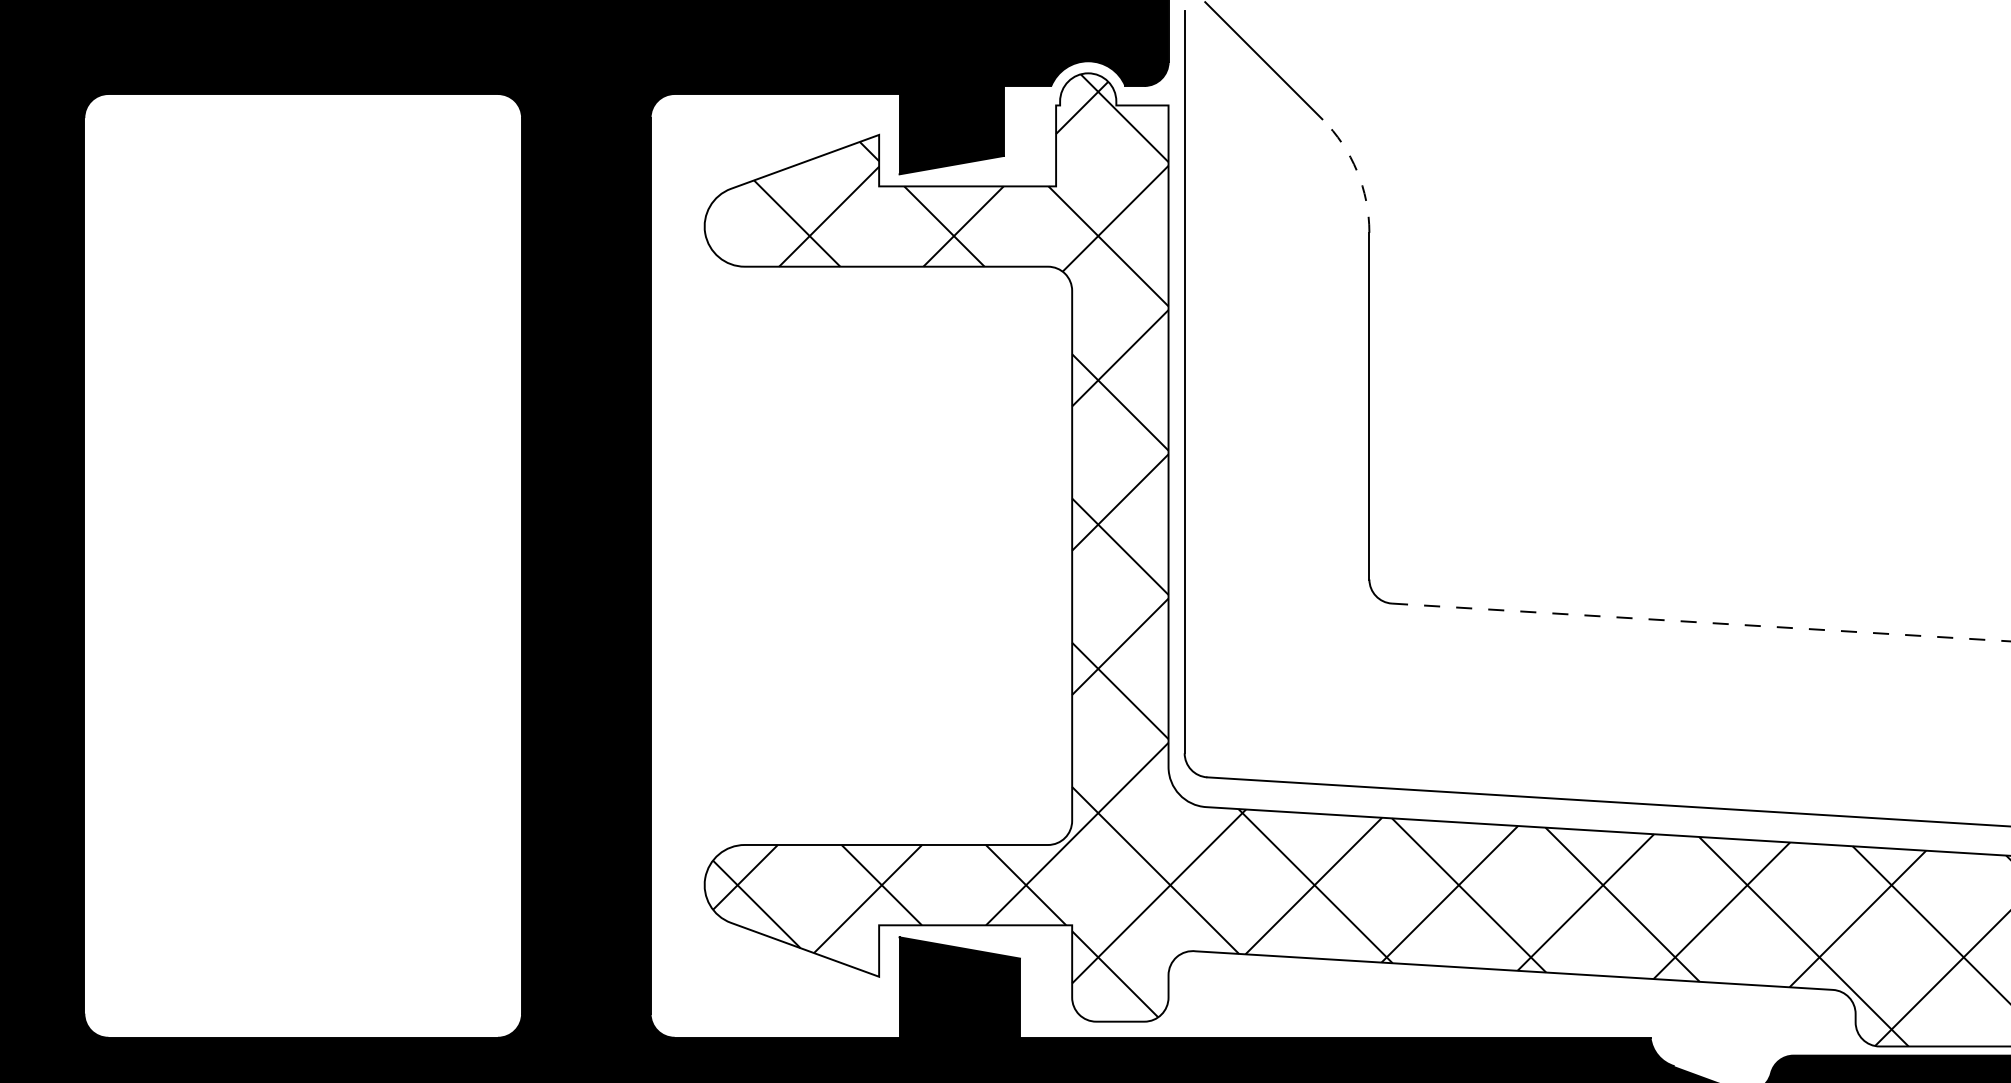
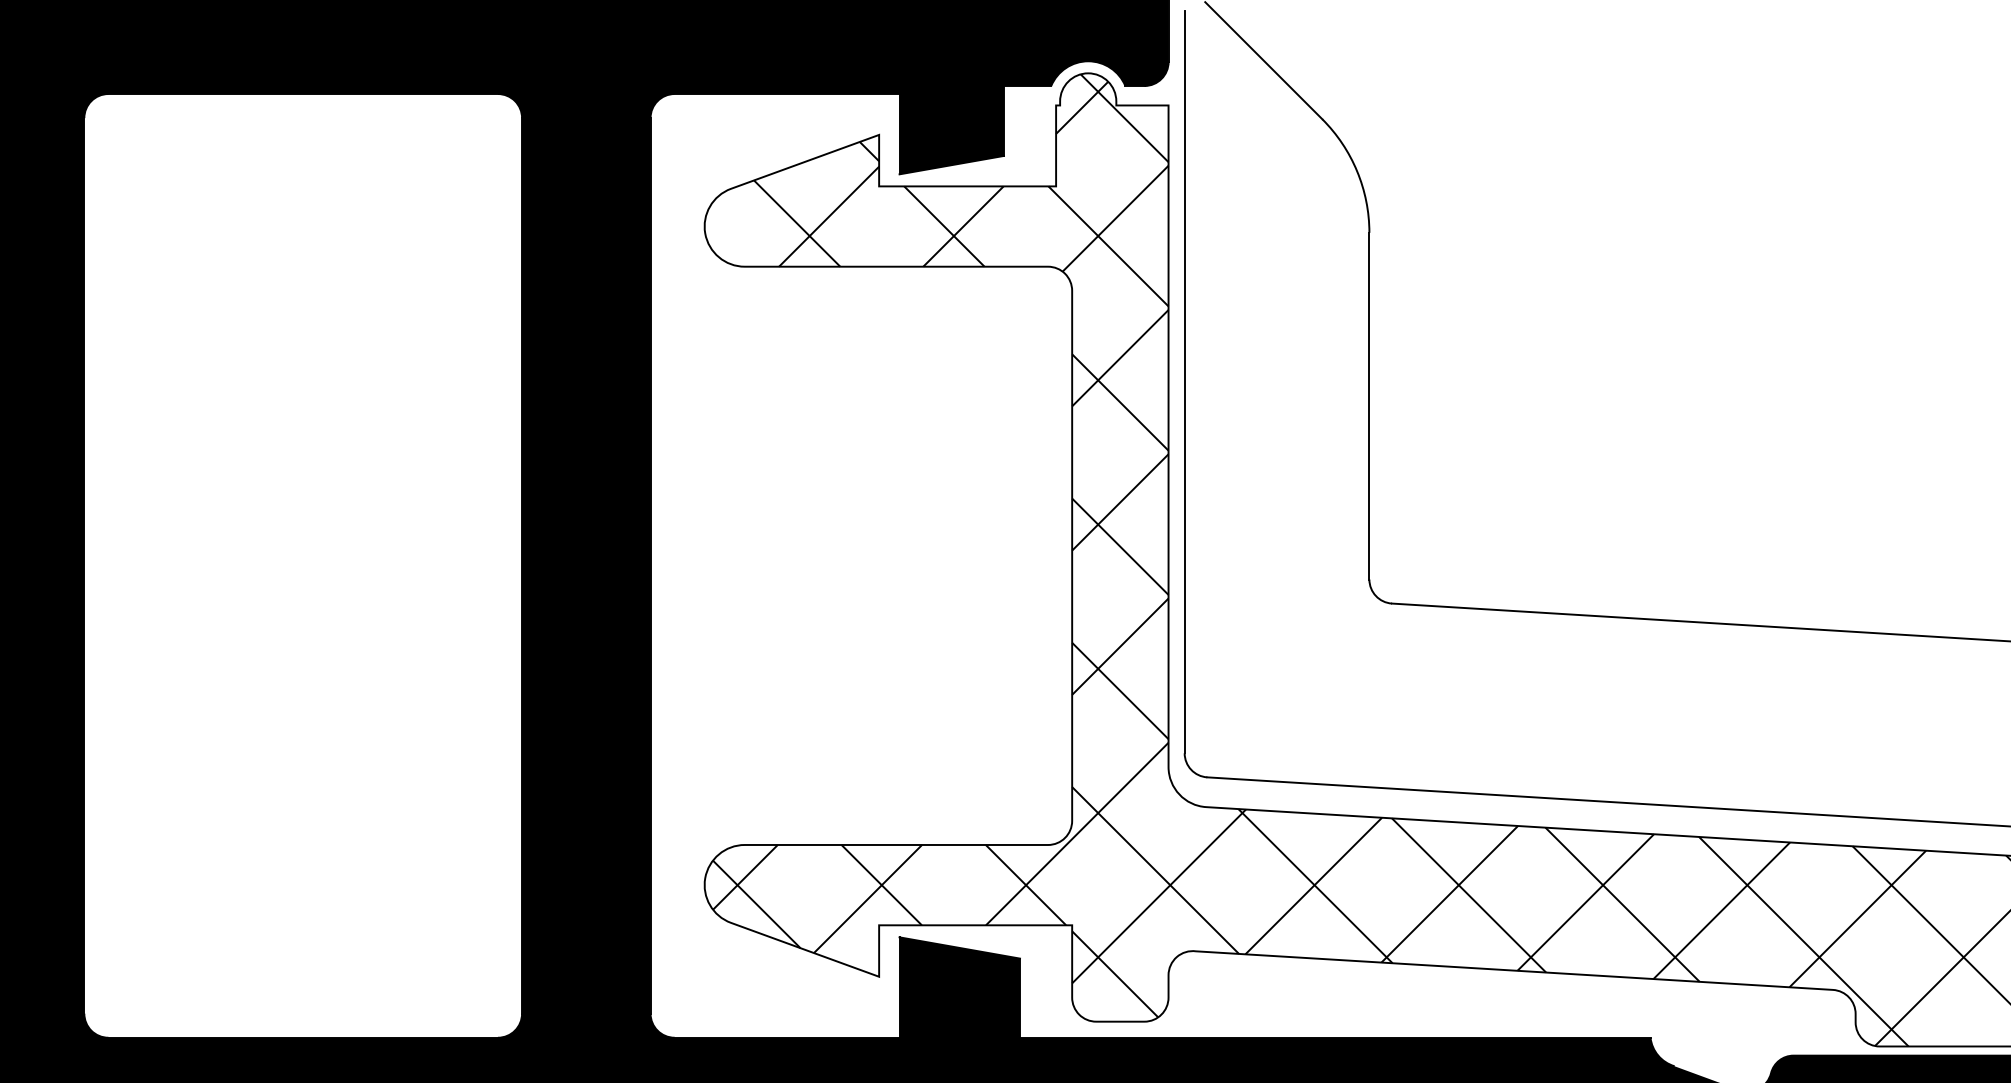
arc at (1357, 171): dashed -> solid
line at (1701, 622): dashed -> solid
